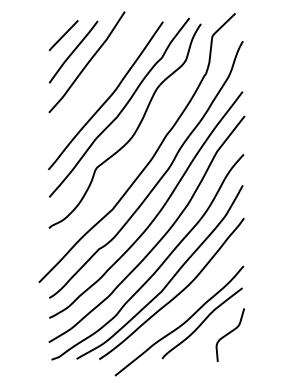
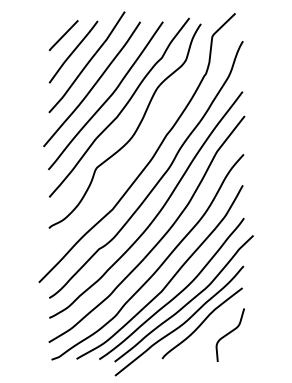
curve at (93, 84): none -> present
curve at (187, 302): none -> present
